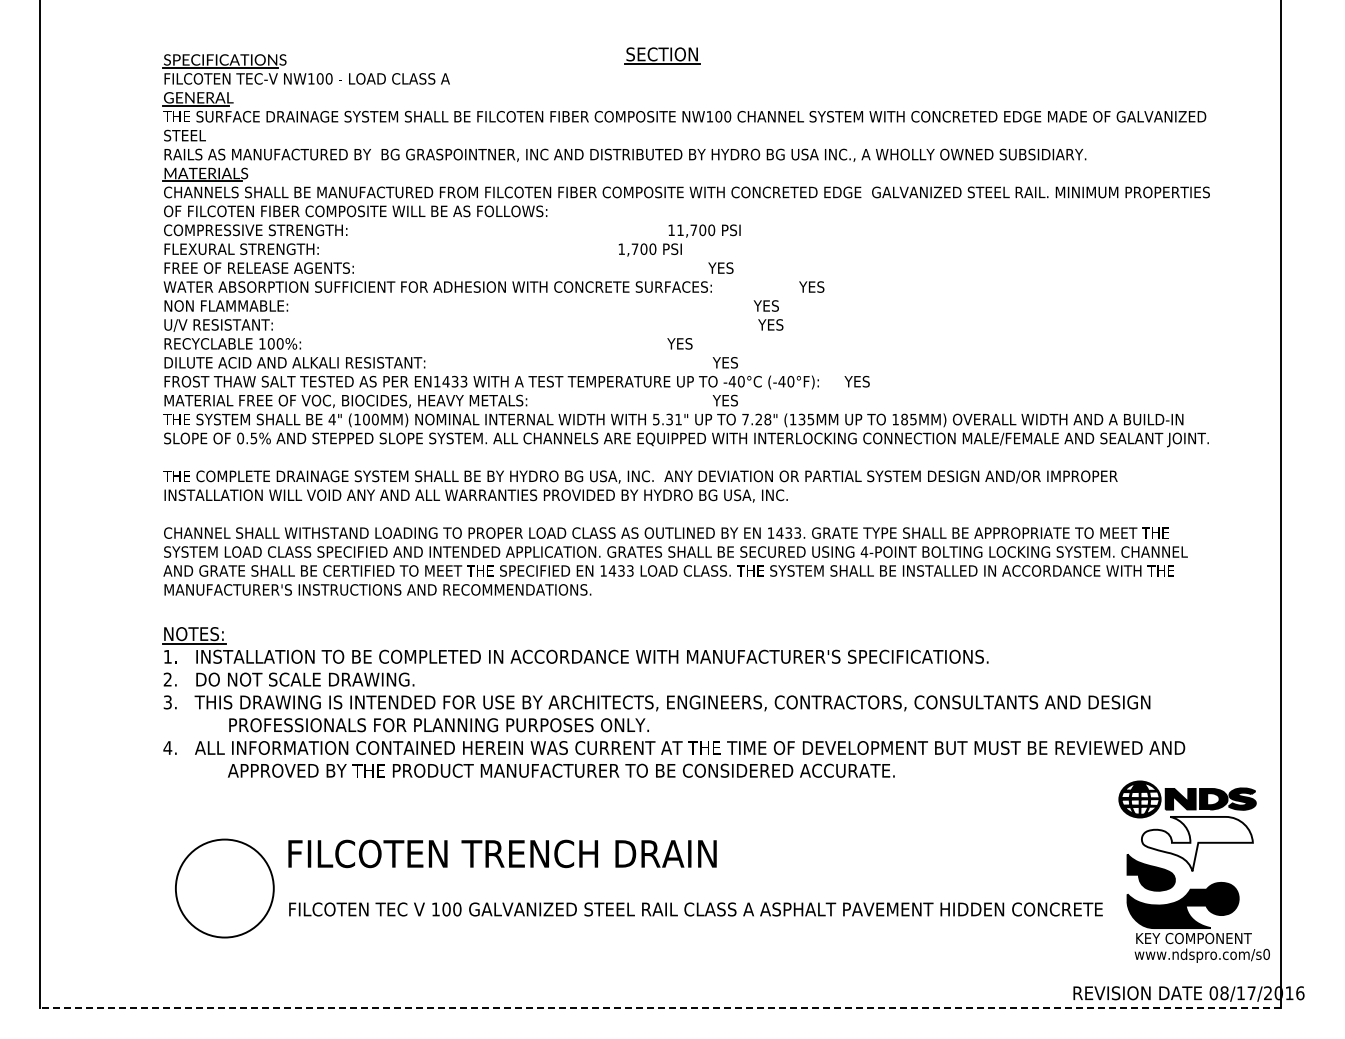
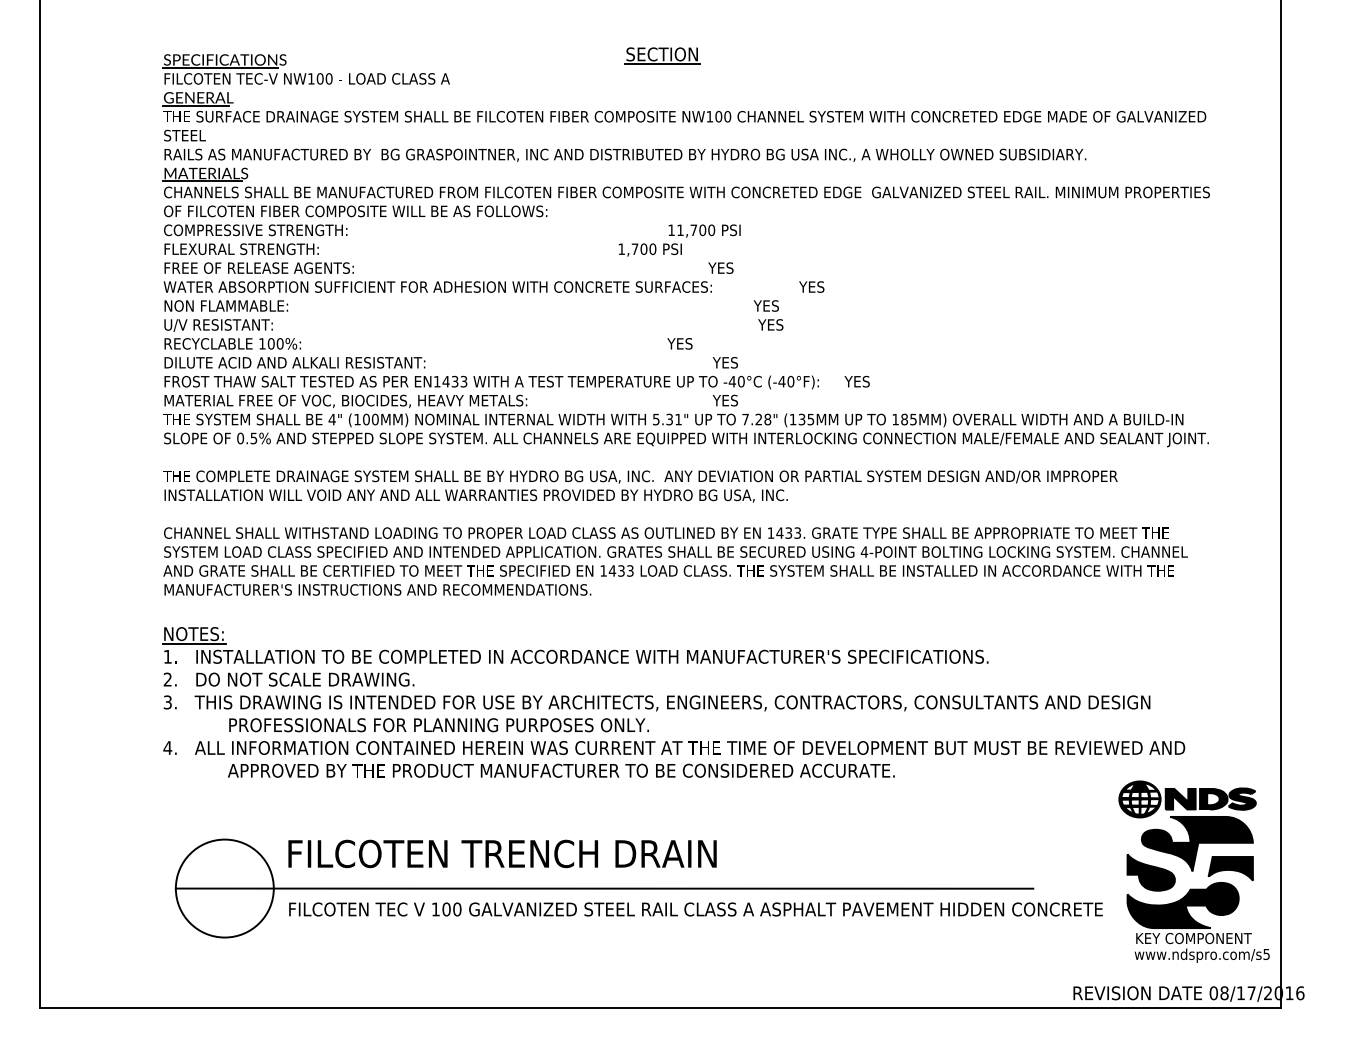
fill at (1196, 843): none -> present
part at (1230, 868): none -> present
line at (604, 888): none -> present
text at (1266, 953): www.ndspro.com/s0 -> www.ndspro.com/s5
line at (660, 1007): dashed -> solid
